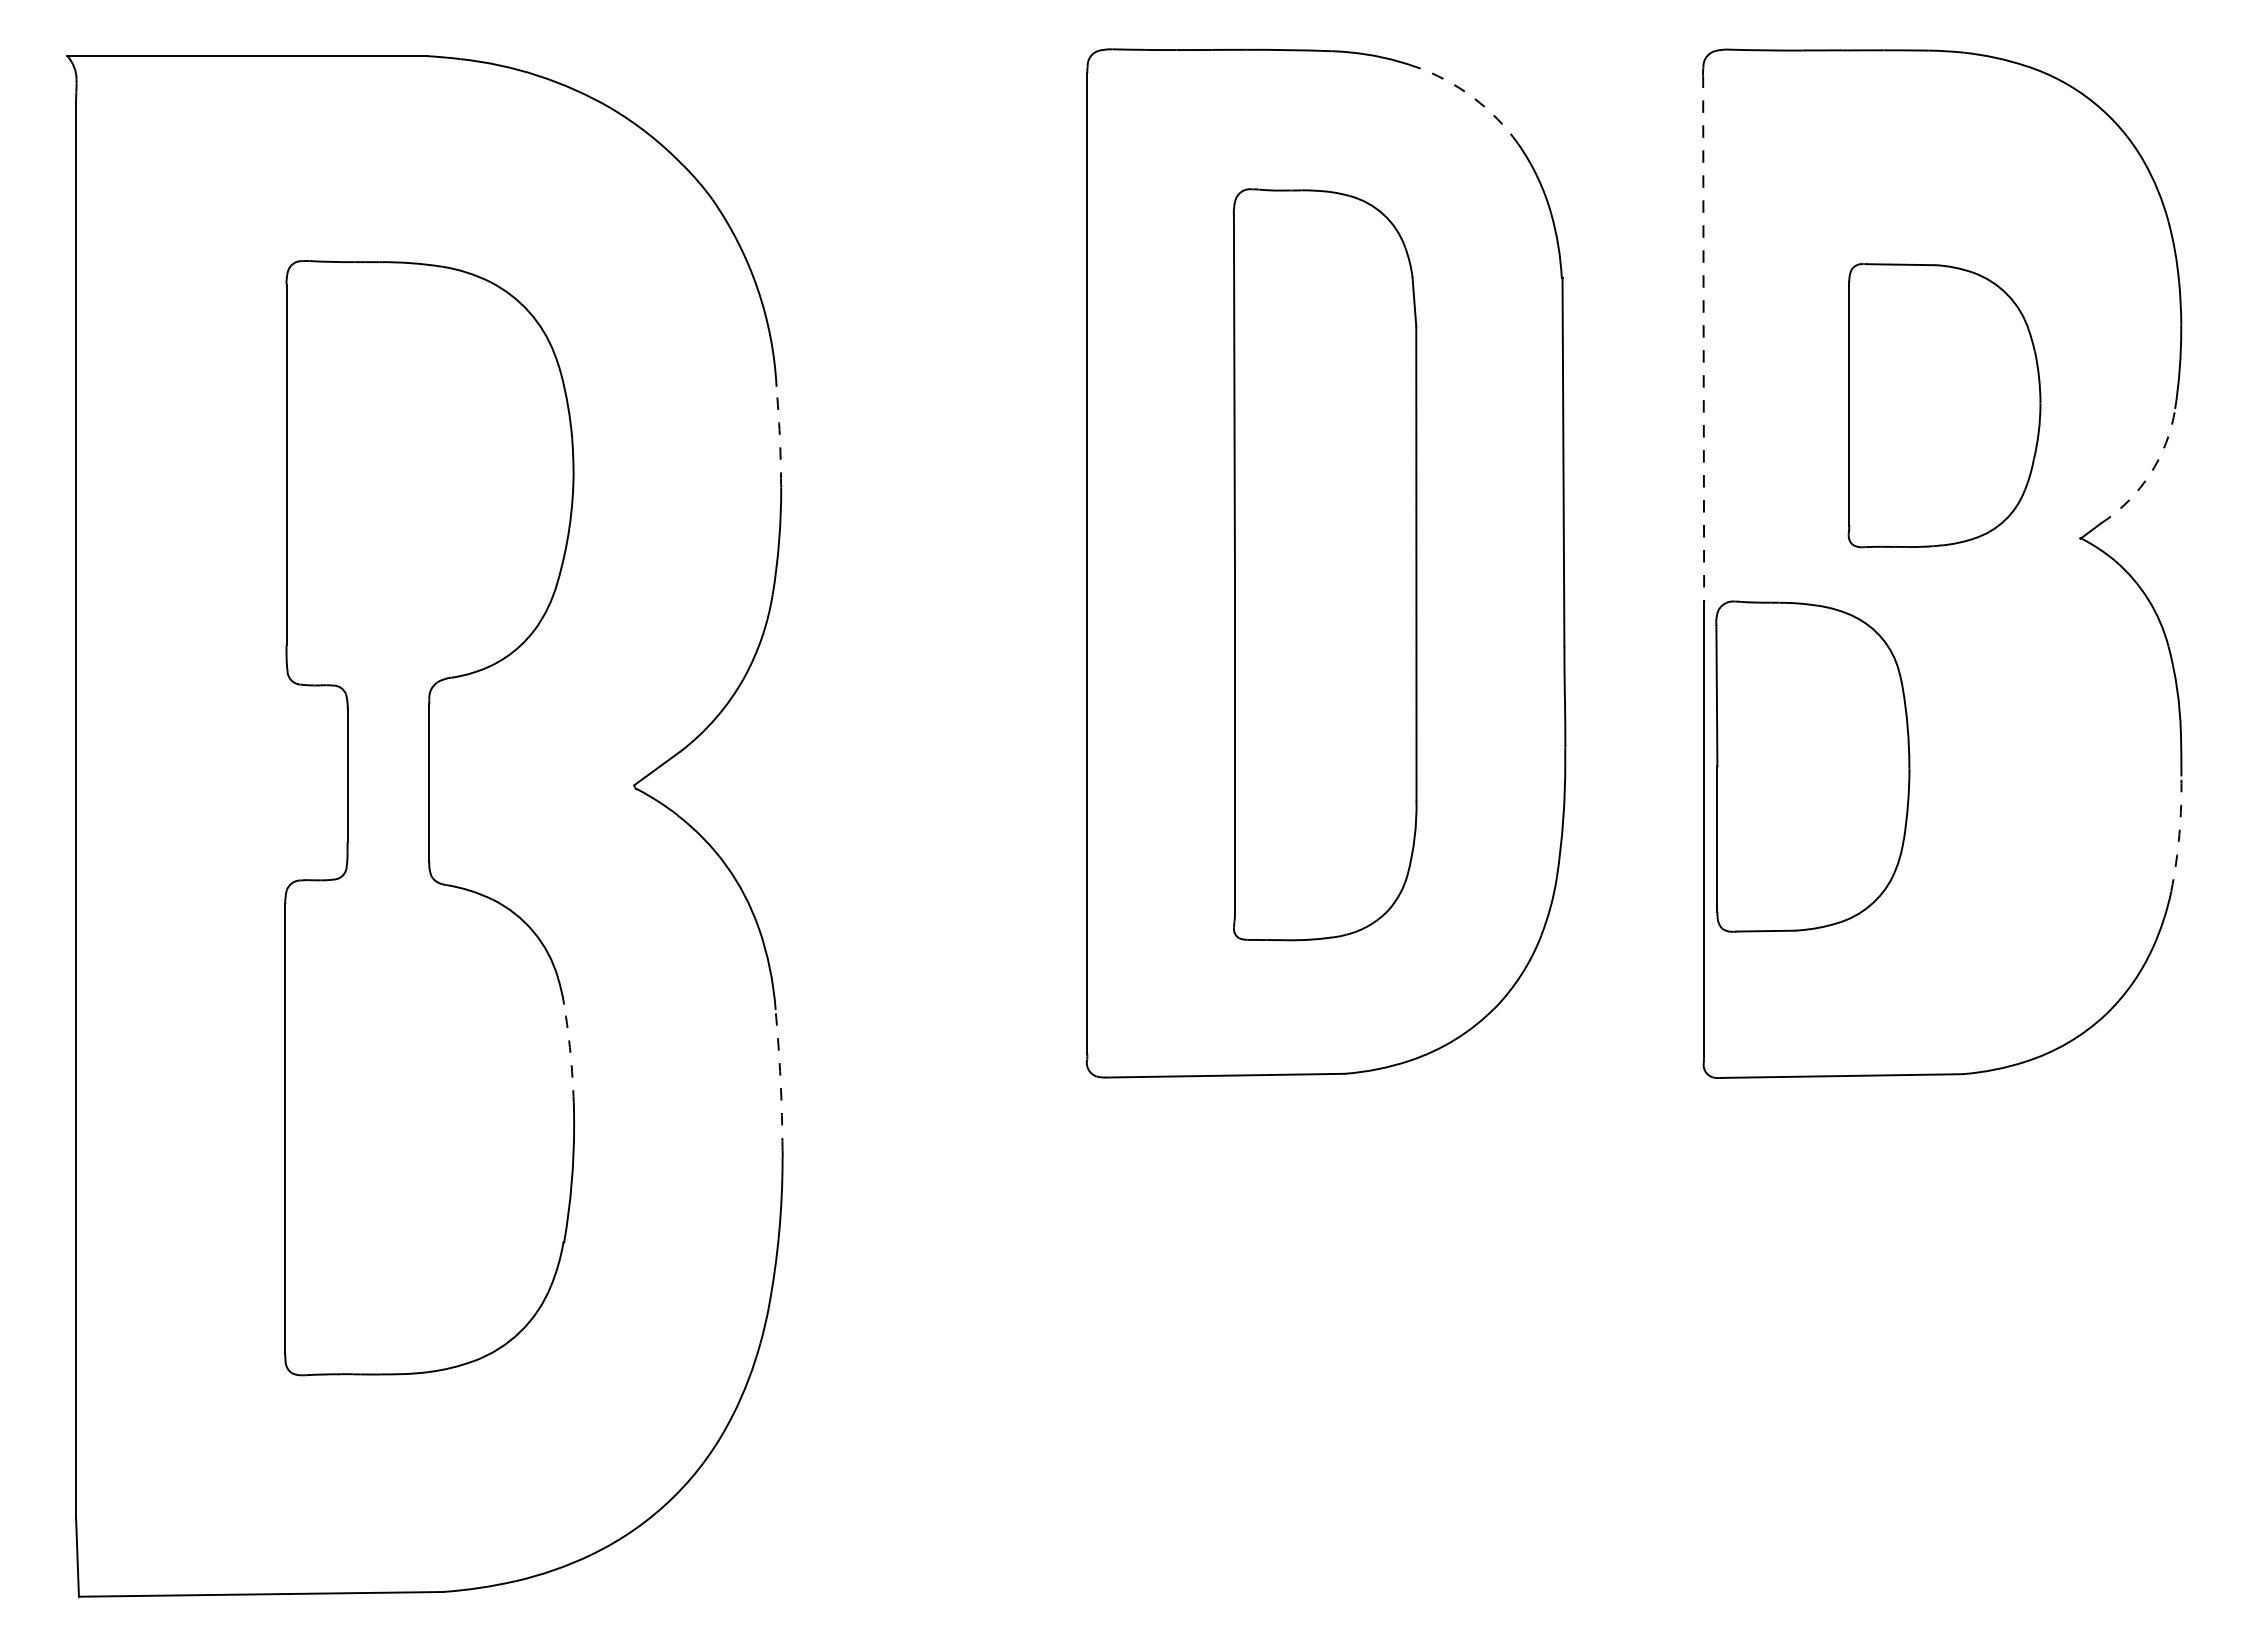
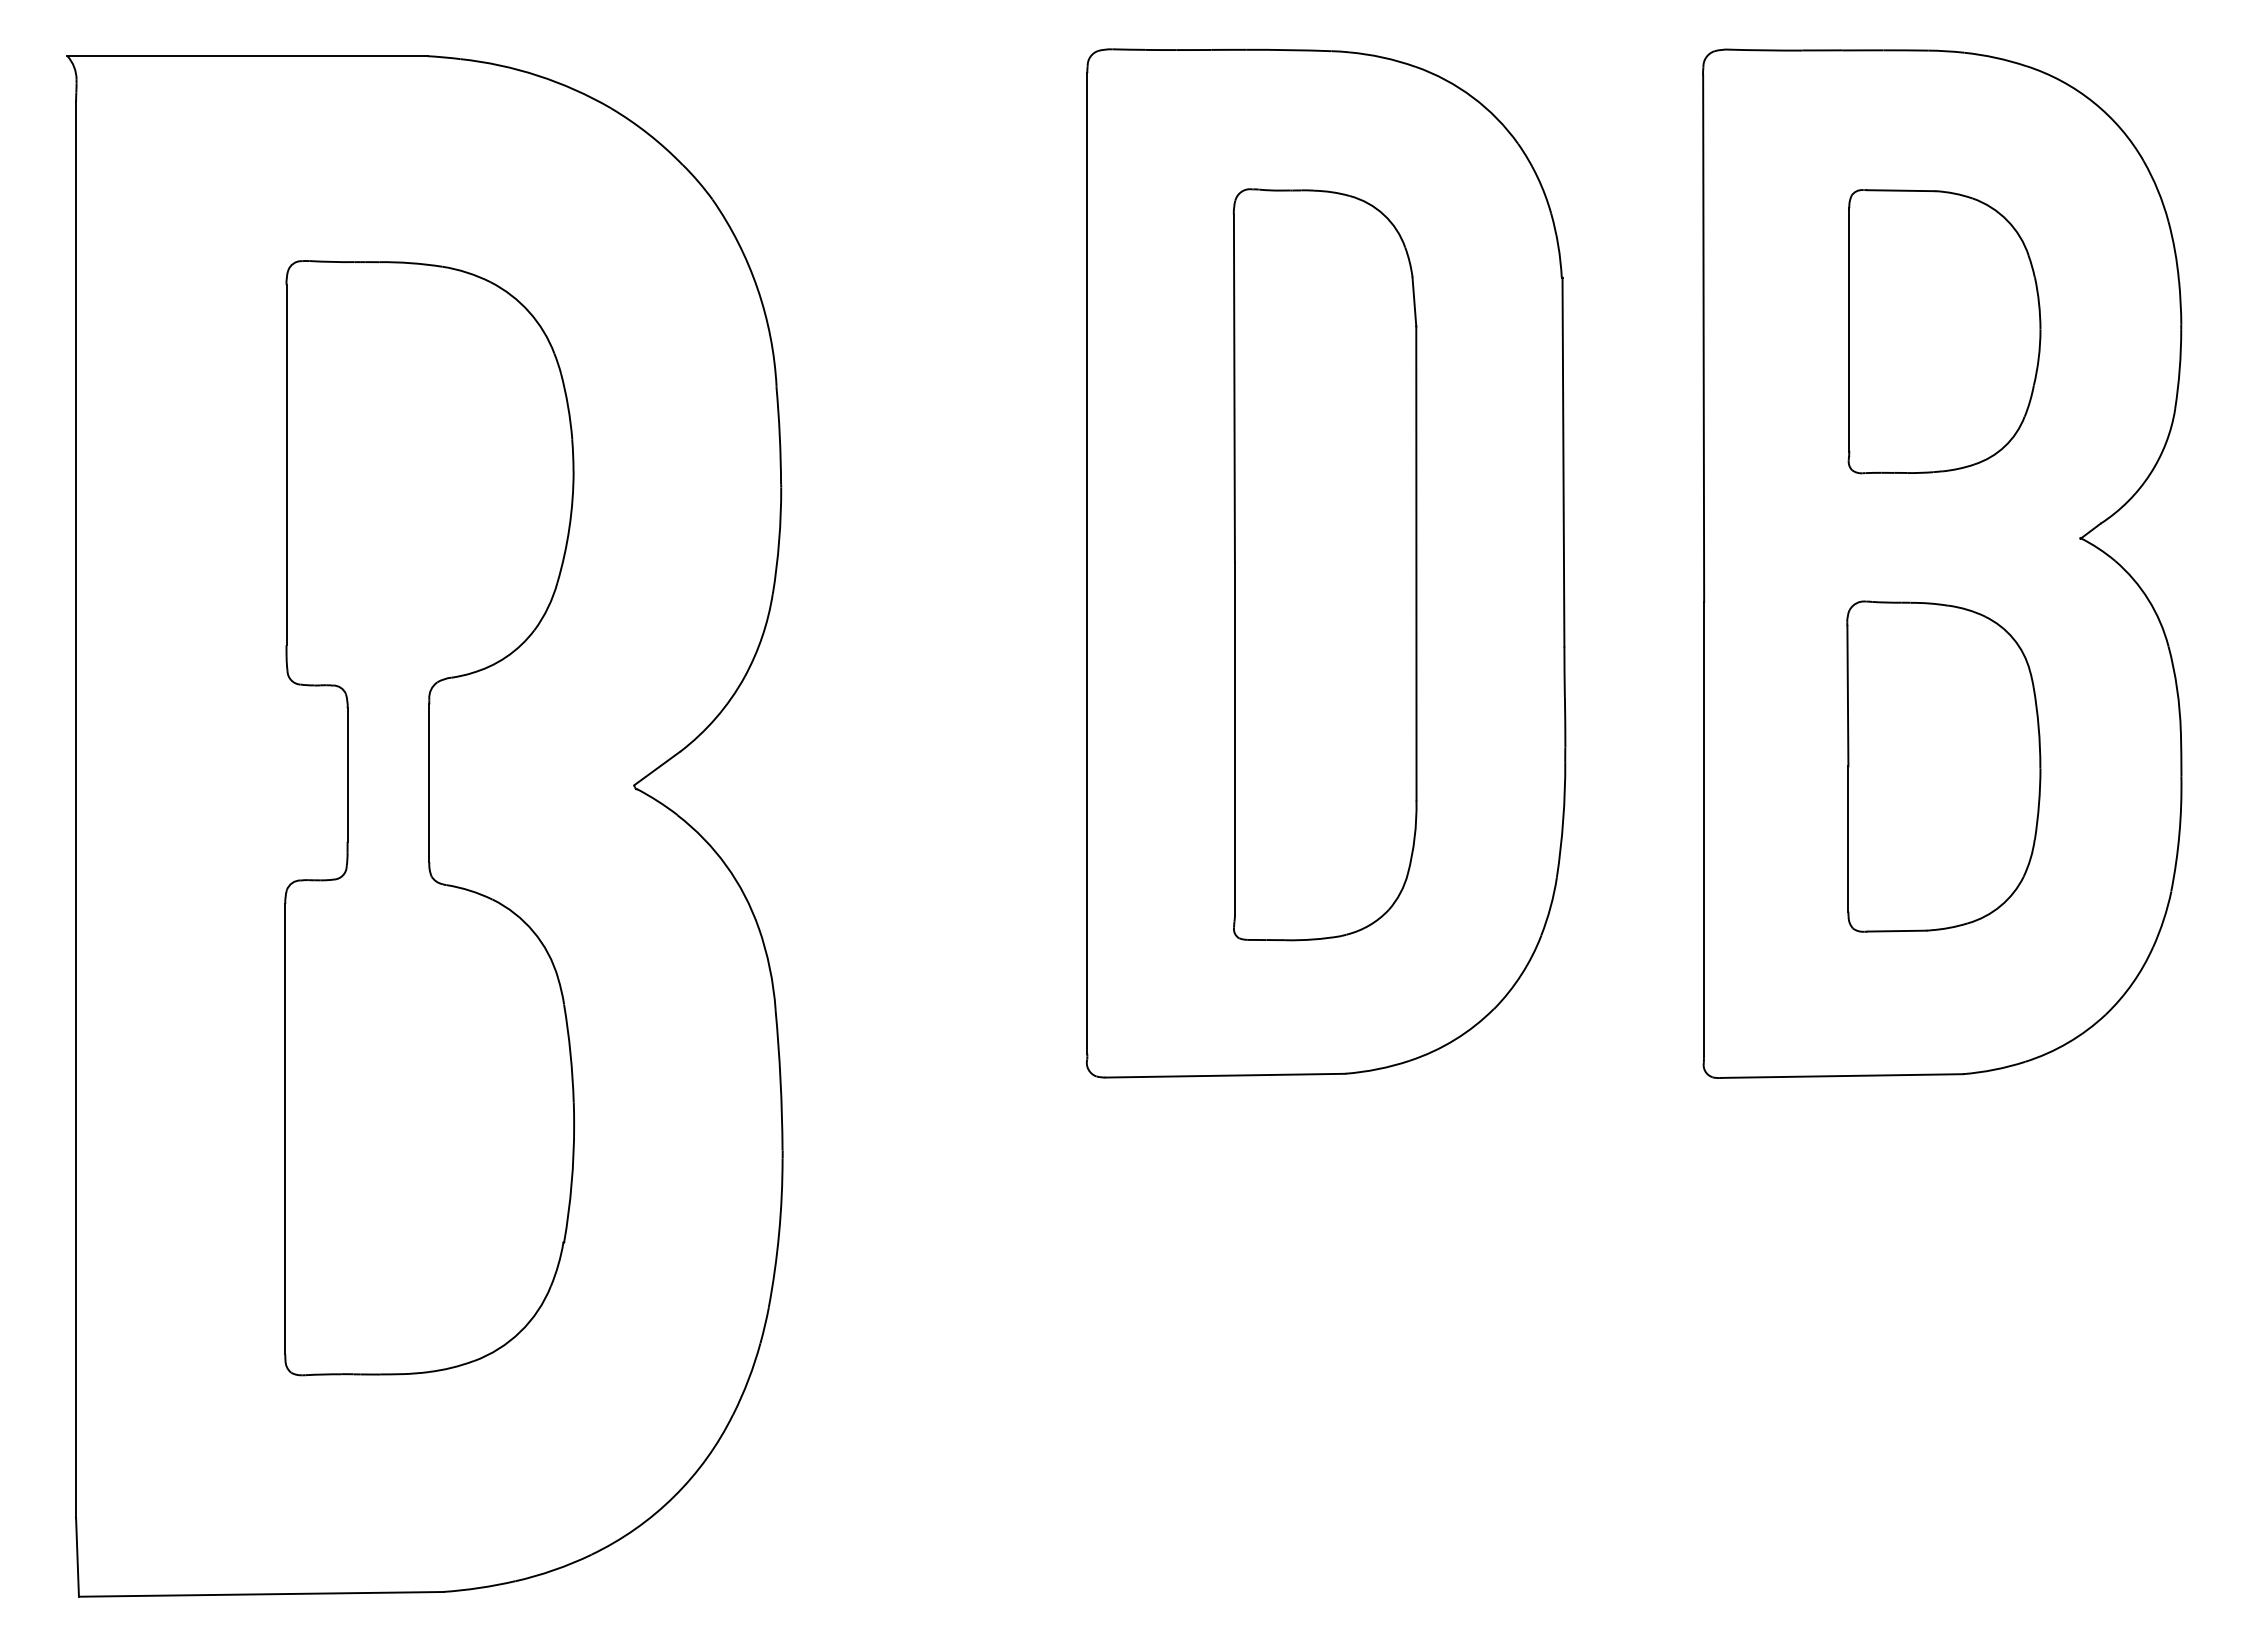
arc at (1472, 97): dashed -> solid
line at (1703, 339): dashed -> solid
part at (1944, 405) position: (1944, 405) -> (1944, 331)
arc at (779, 435): dashed -> solid
arc at (2150, 474): dashed -> solid
part at (1812, 766) position: (1812, 766) -> (1943, 766)
arc at (2179, 834): dashed -> solid
arc at (570, 1053): dashed -> solid
arc at (780, 1080): dashed -> solid
